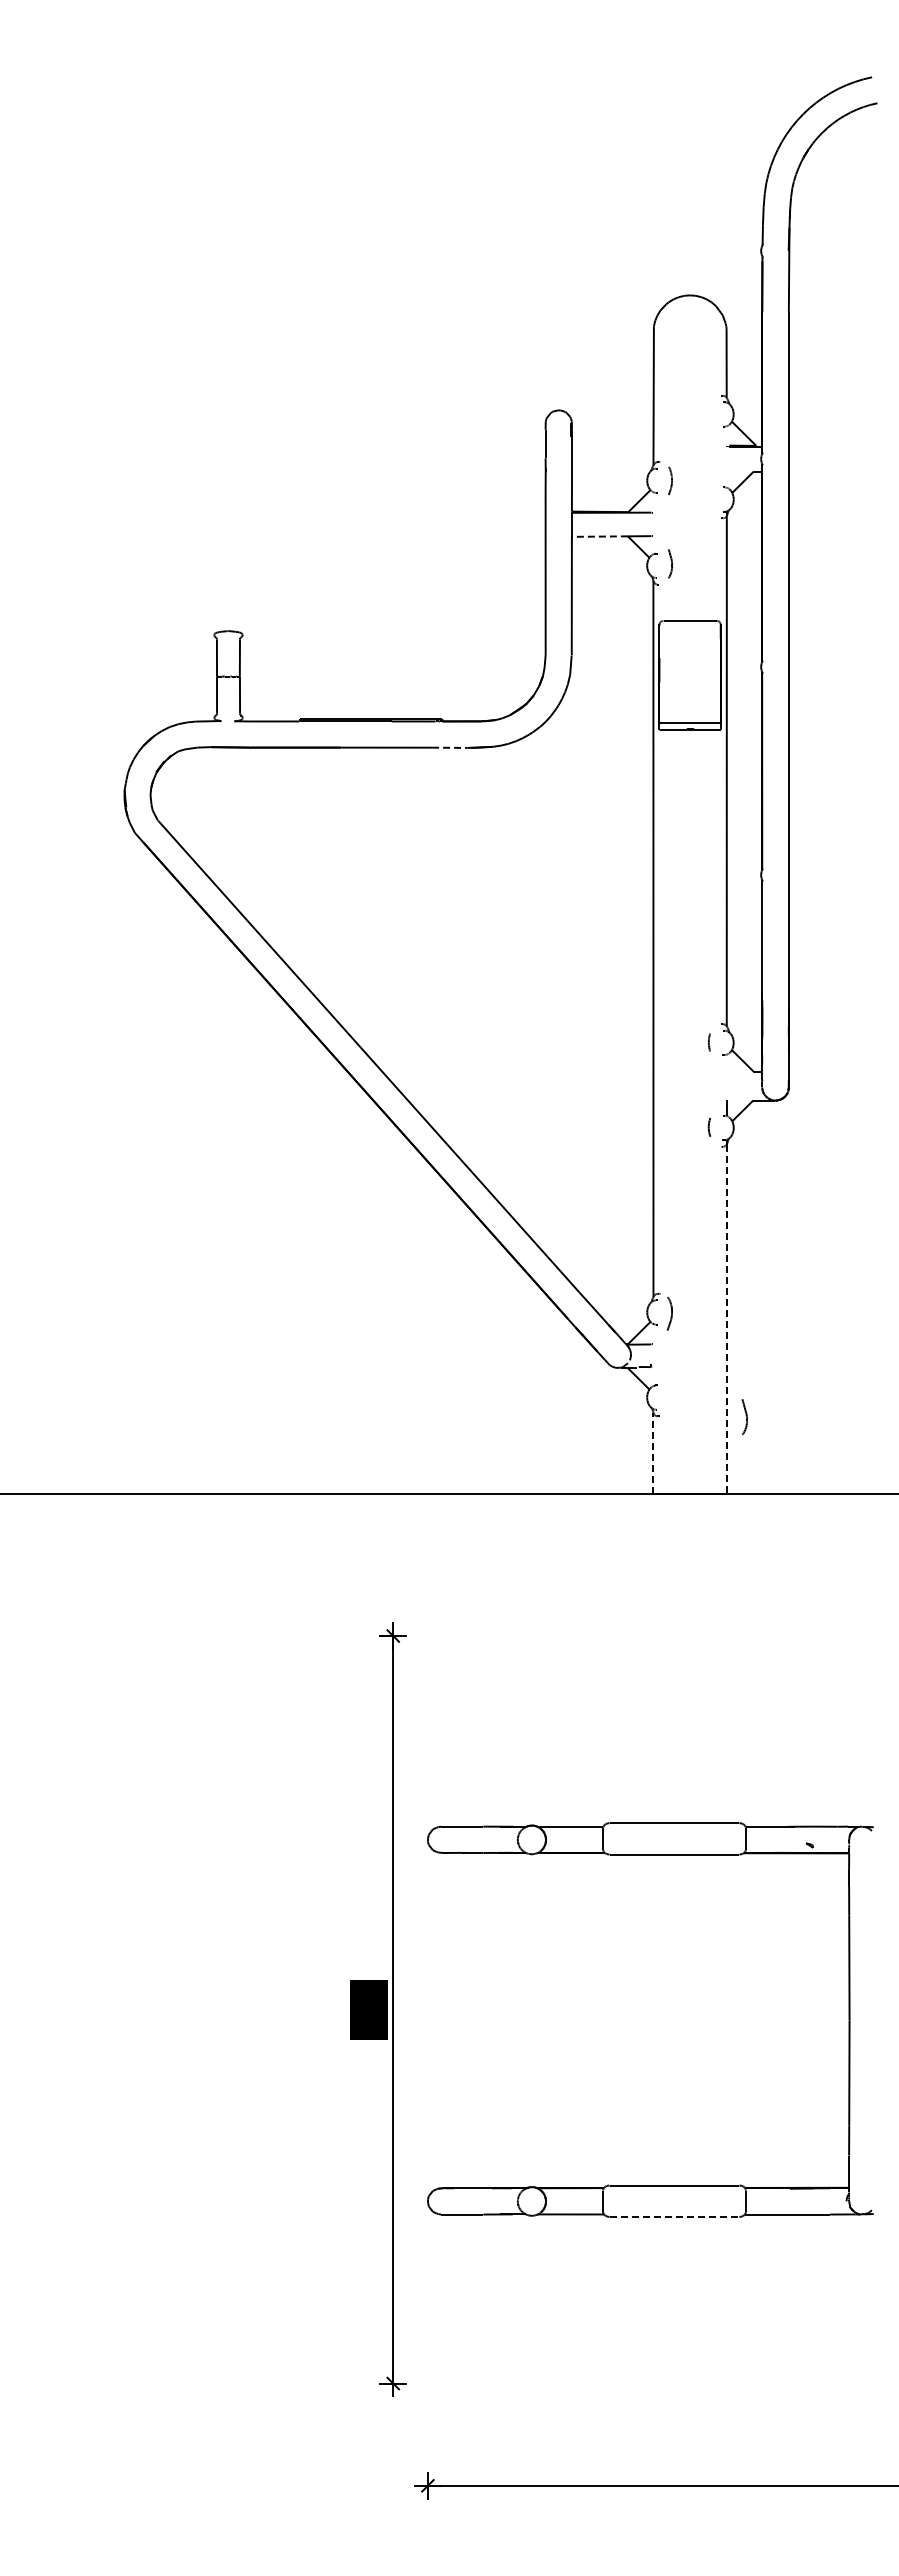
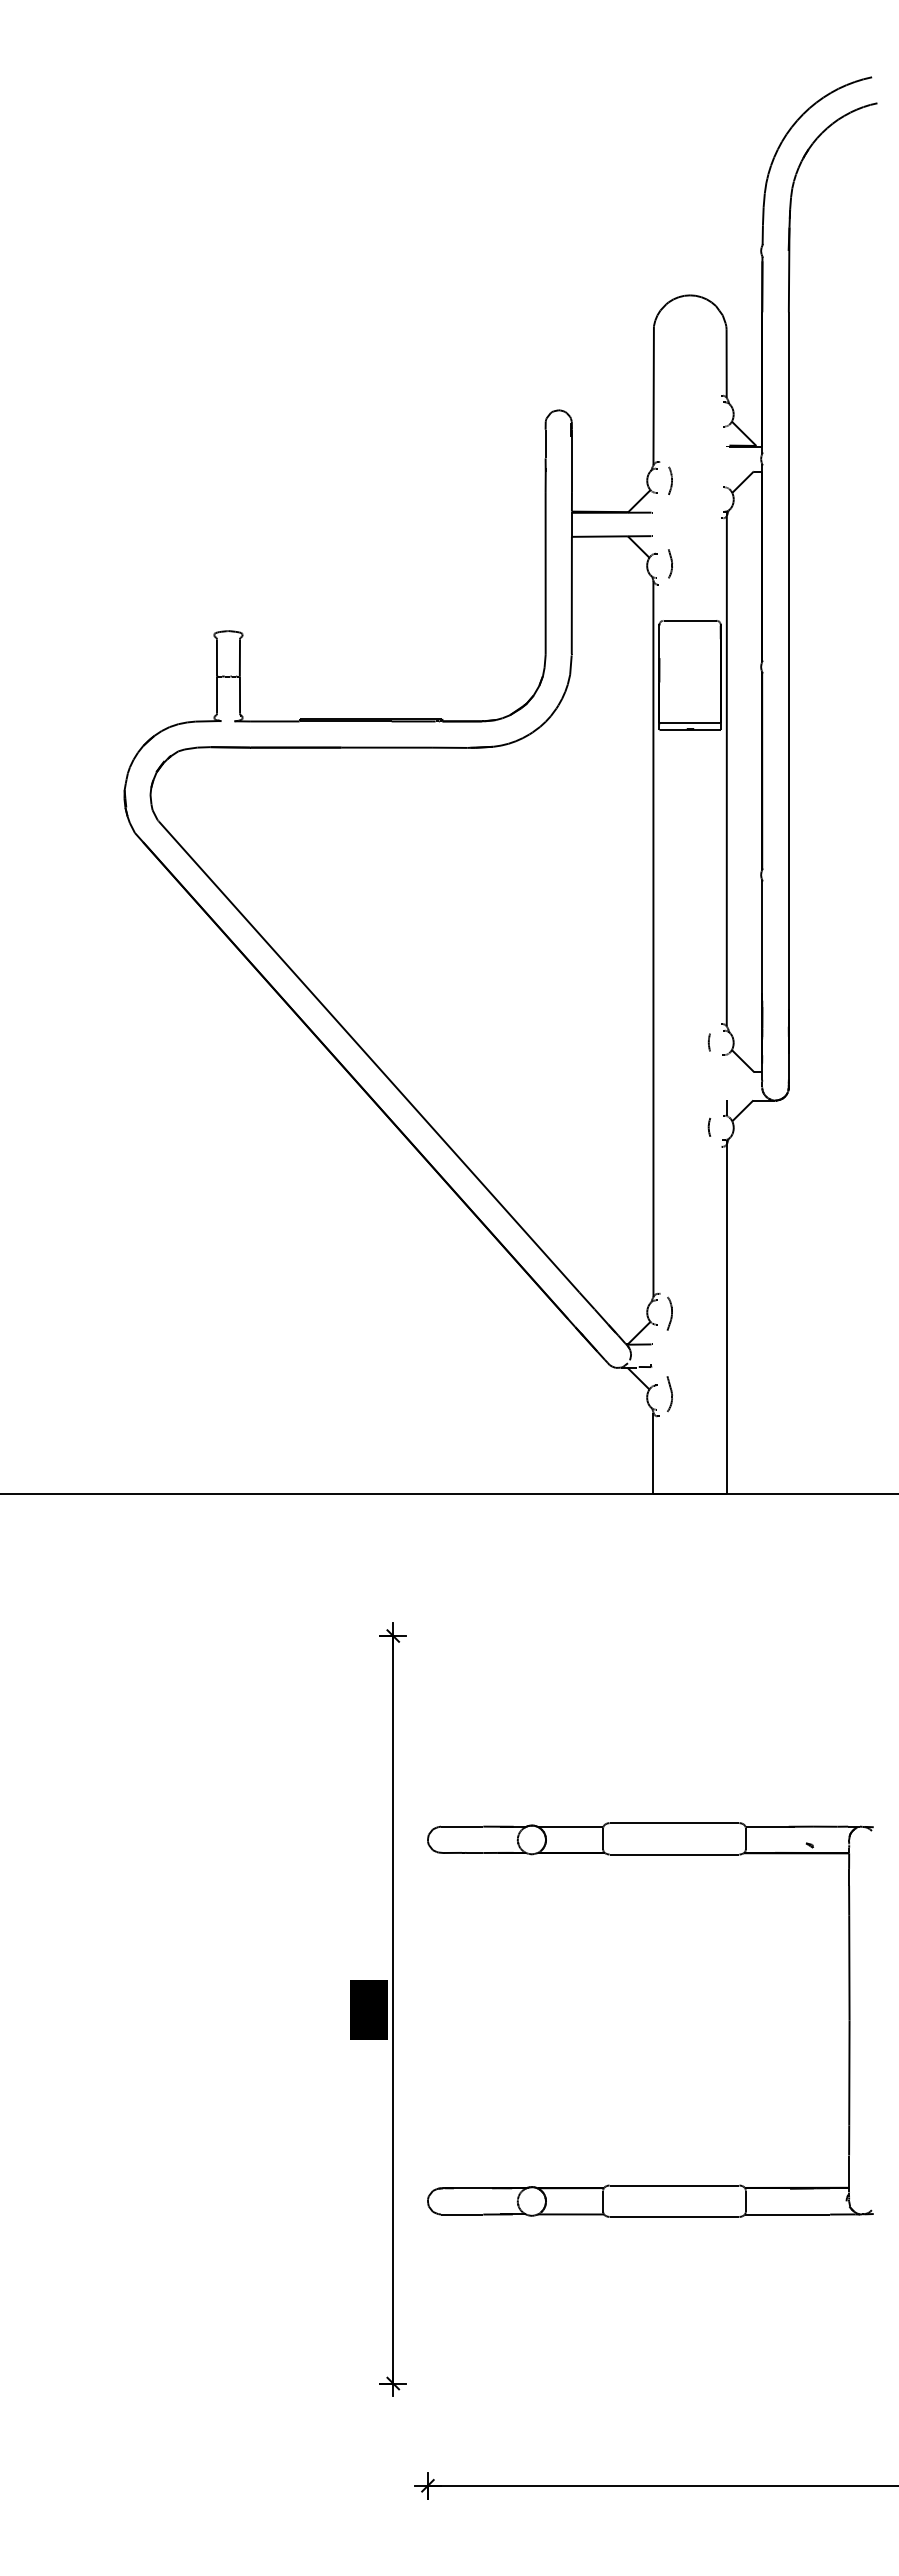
line at (599, 536): dashed -> solid
line at (449, 747): dashed -> solid
line at (726, 1319): dashed -> solid
part at (744, 1417) position: (744, 1417) -> (669, 1394)
line at (653, 1453): dashed -> solid
line at (674, 2216): dashed -> solid
